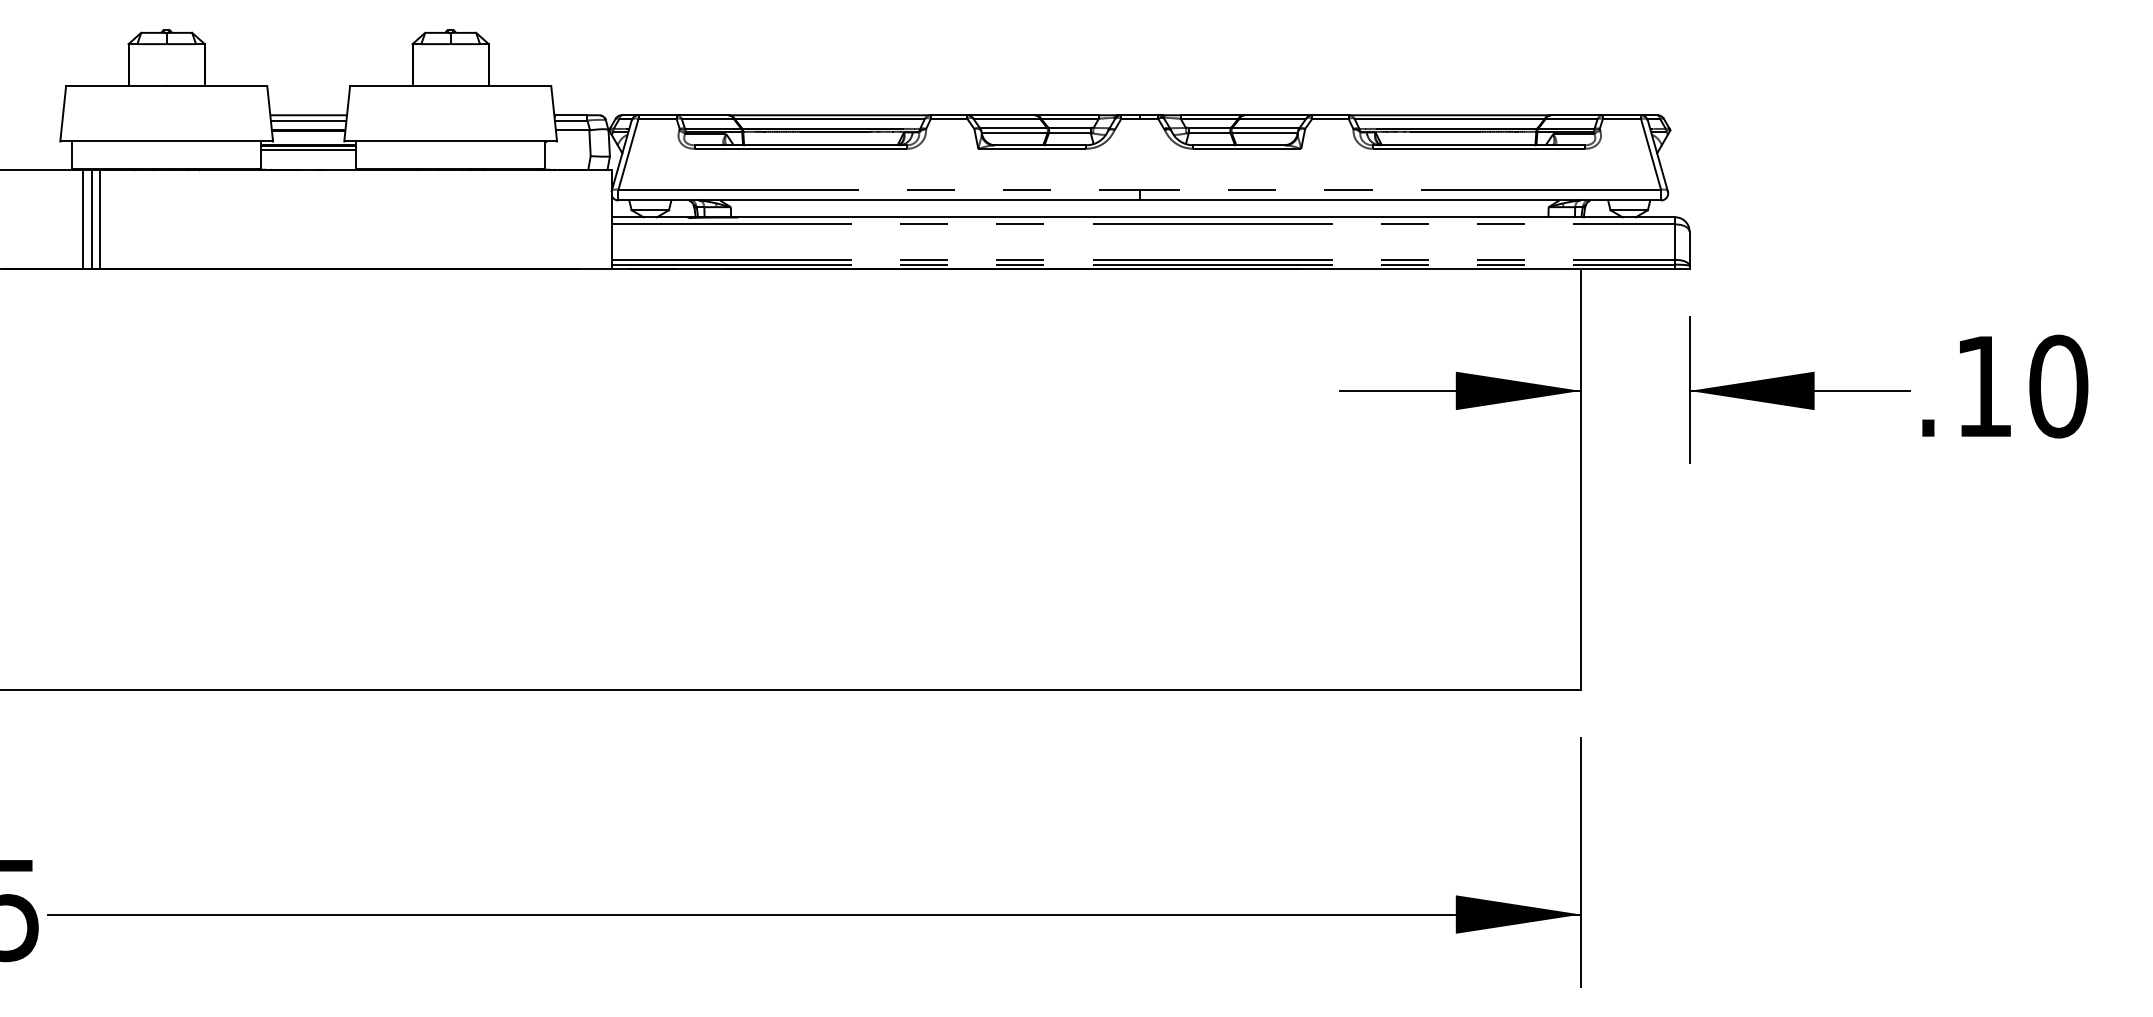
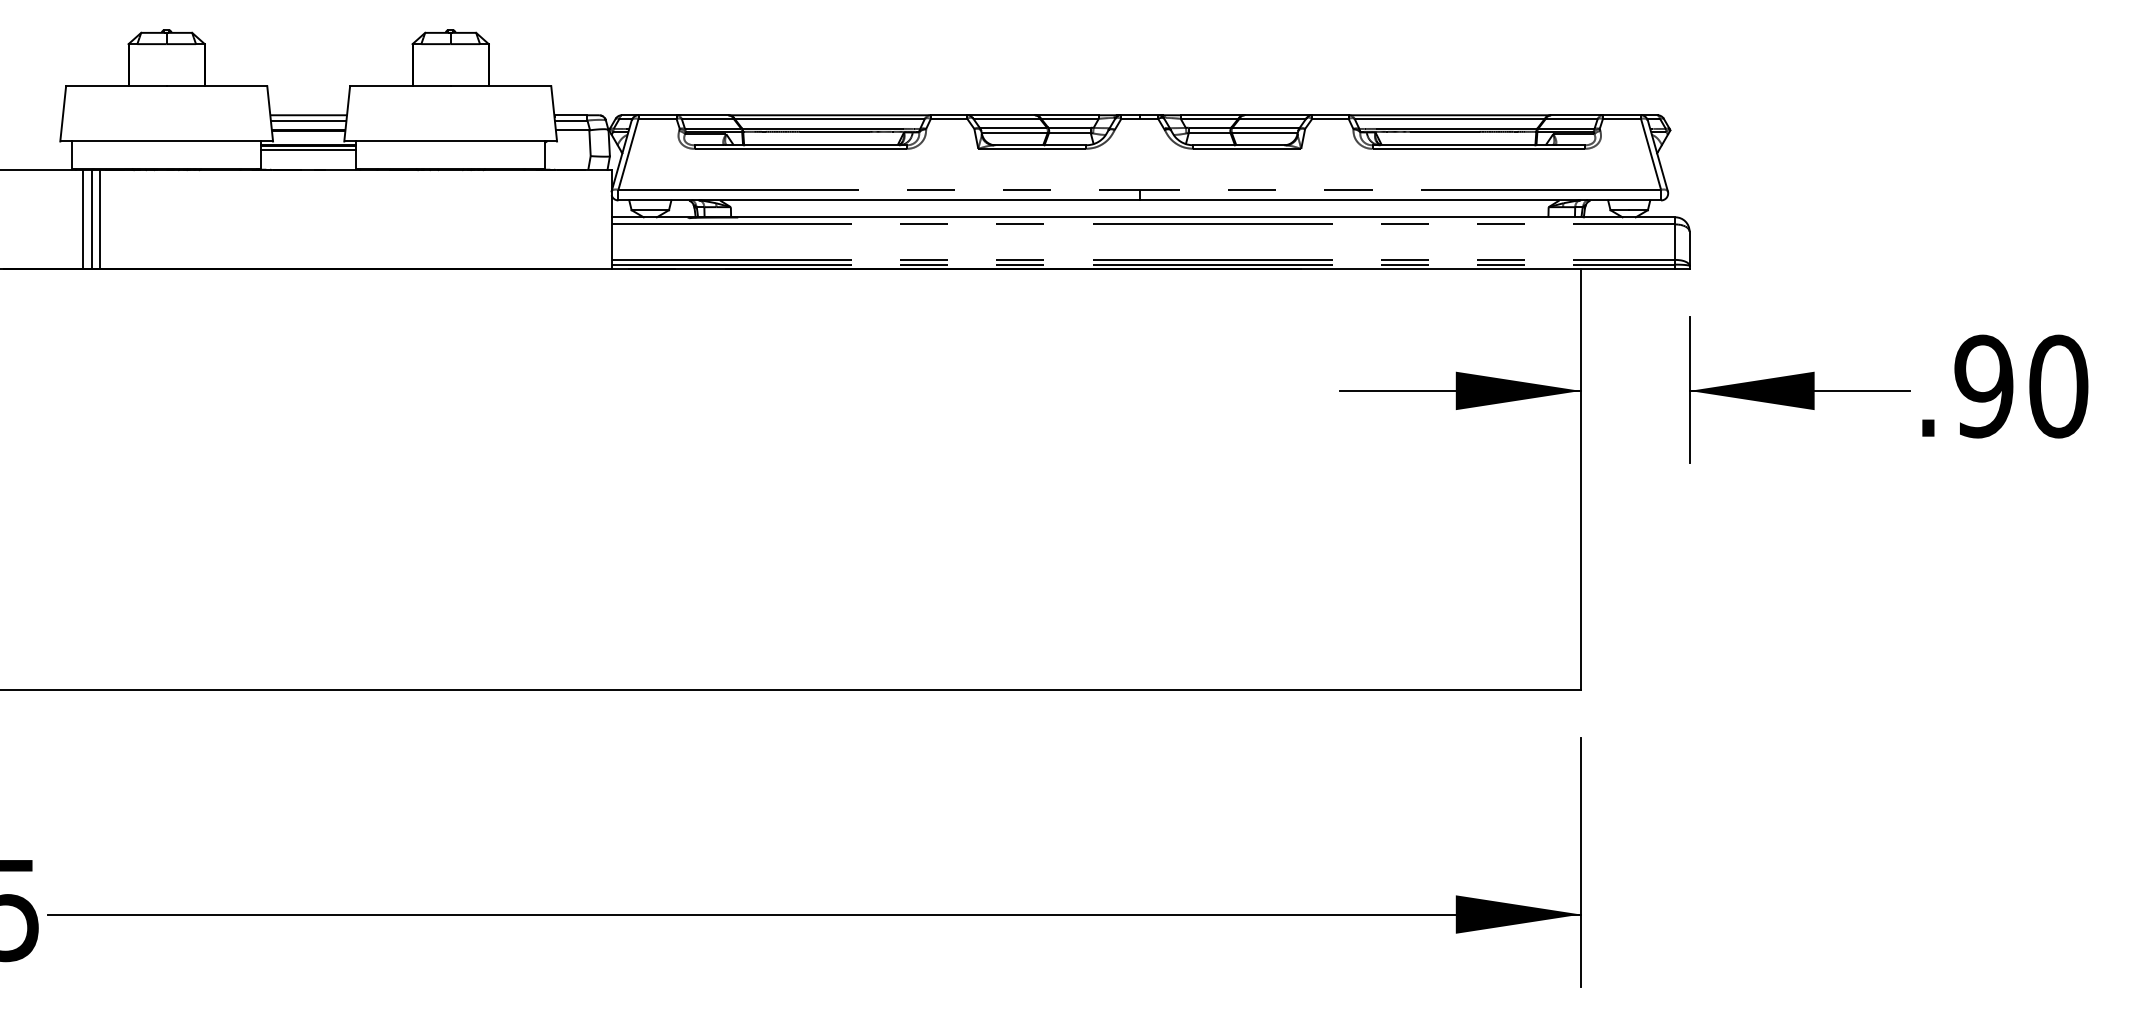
text at (1983, 386): .10 -> .90
